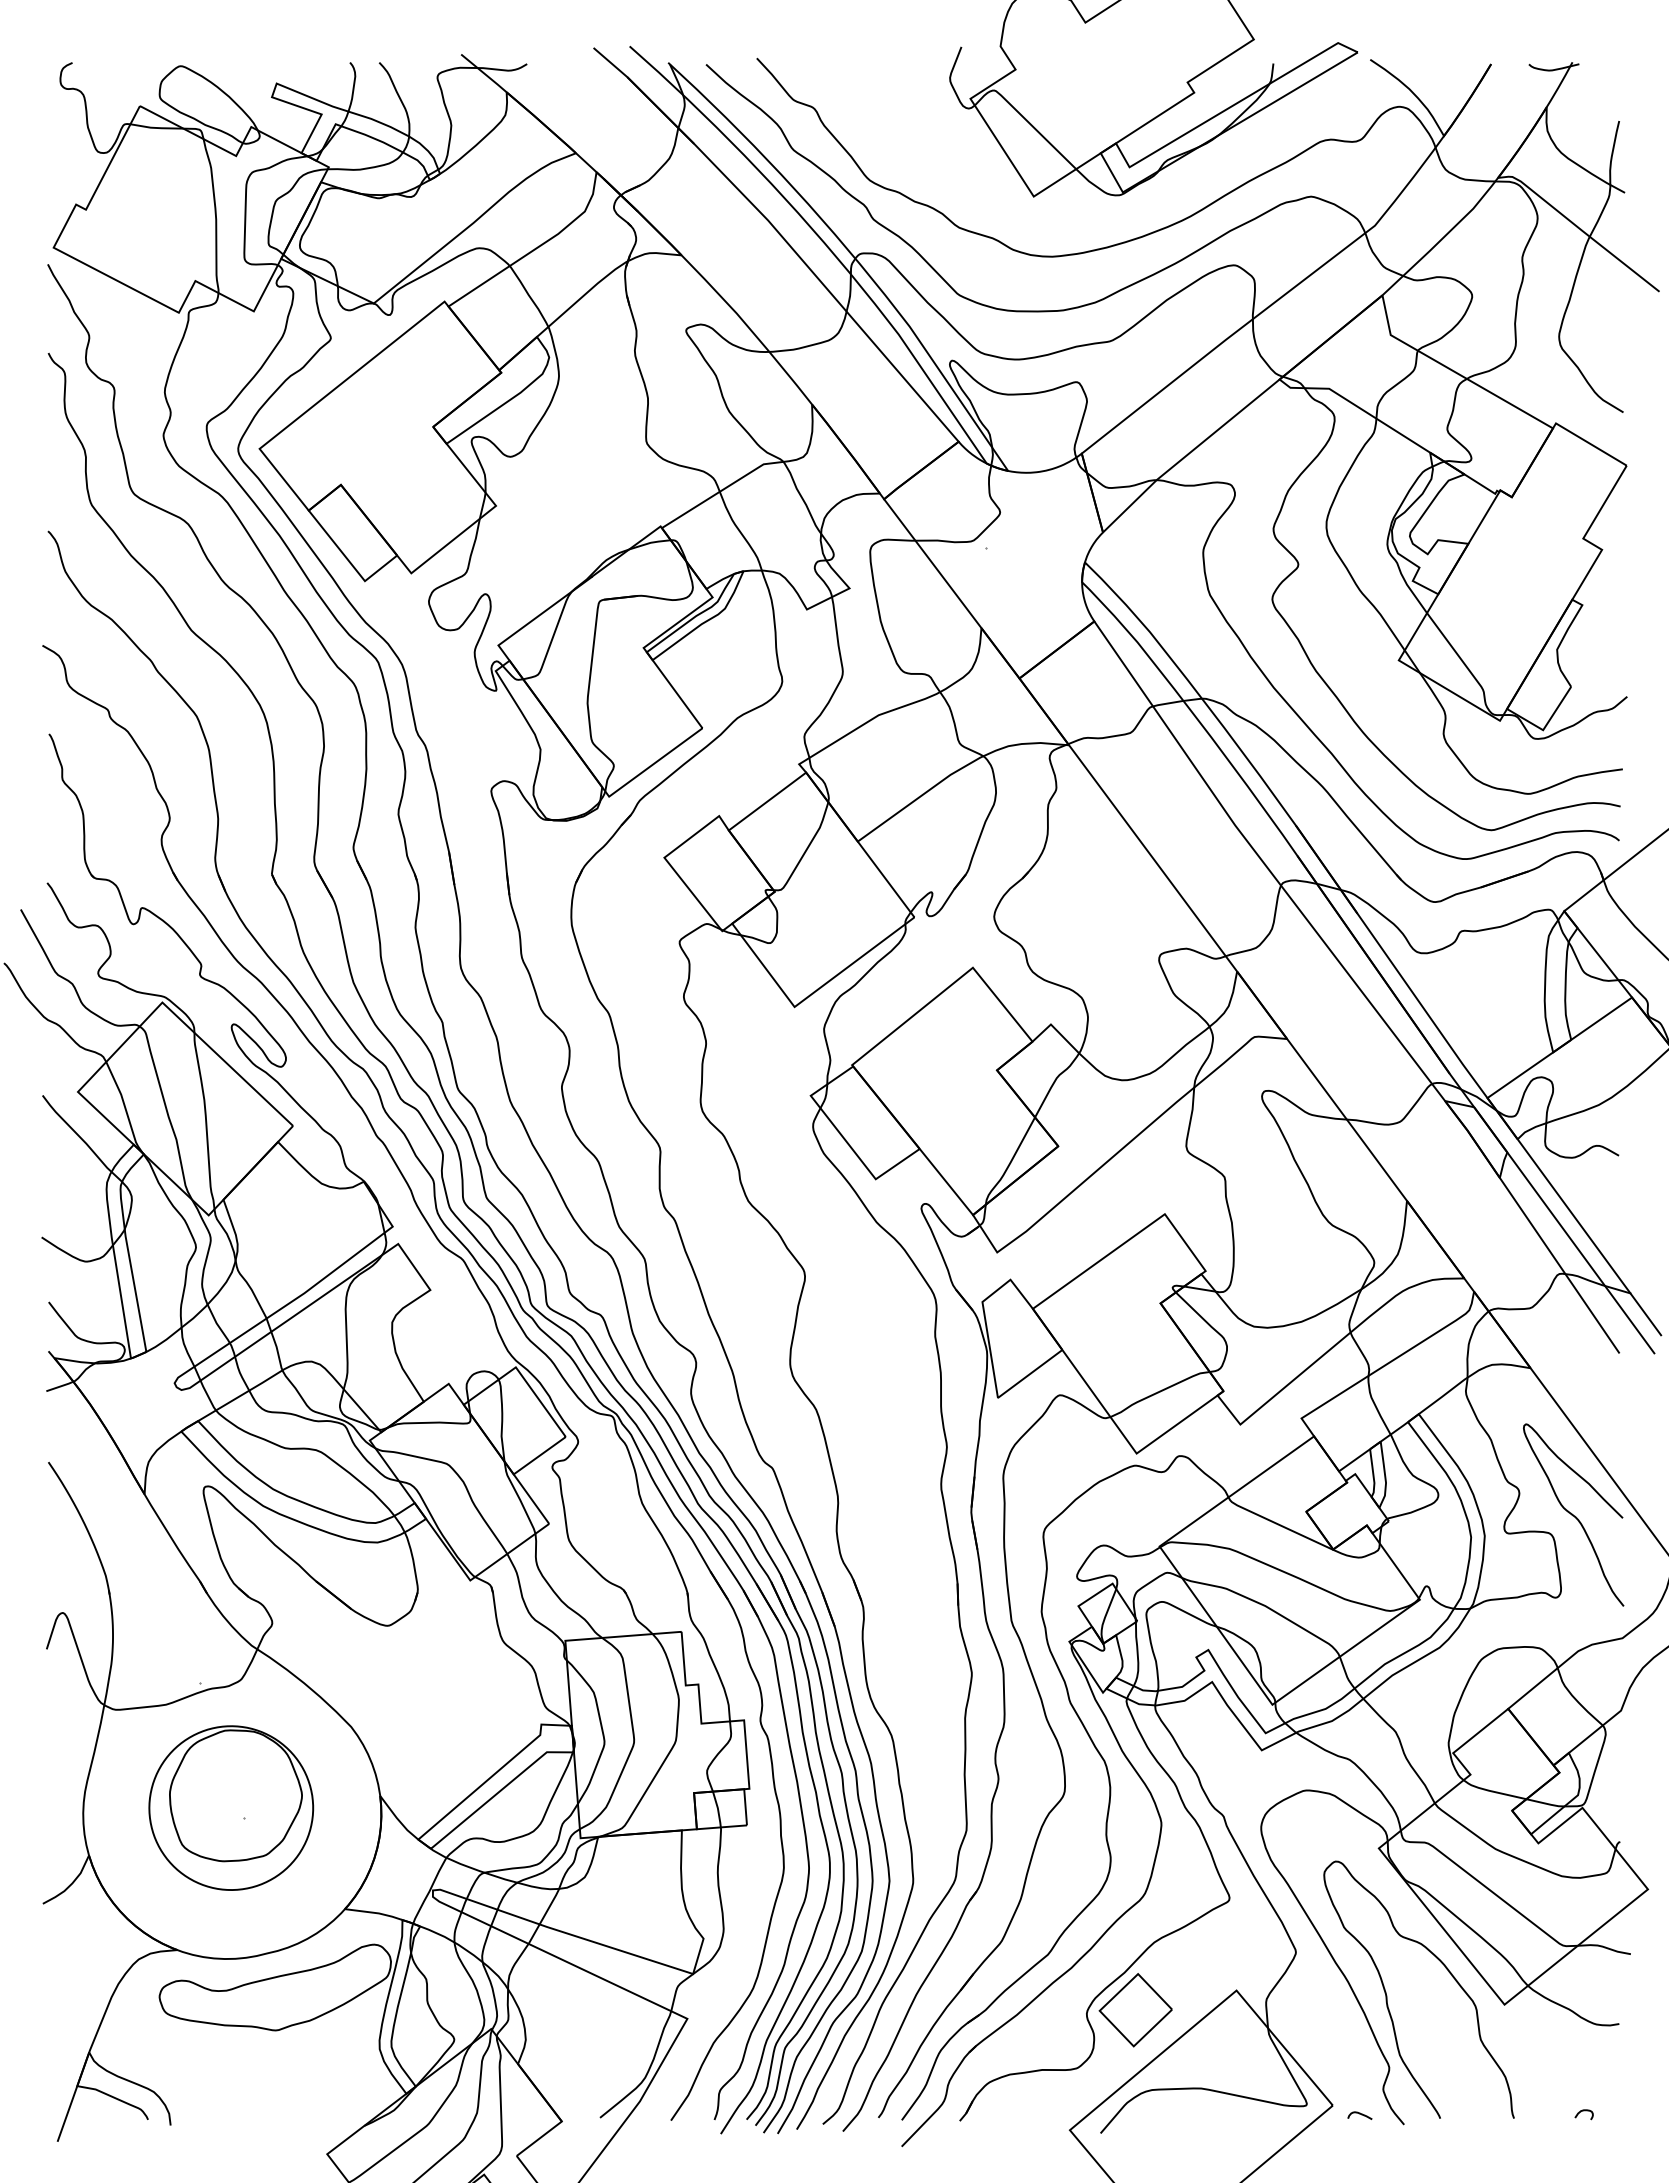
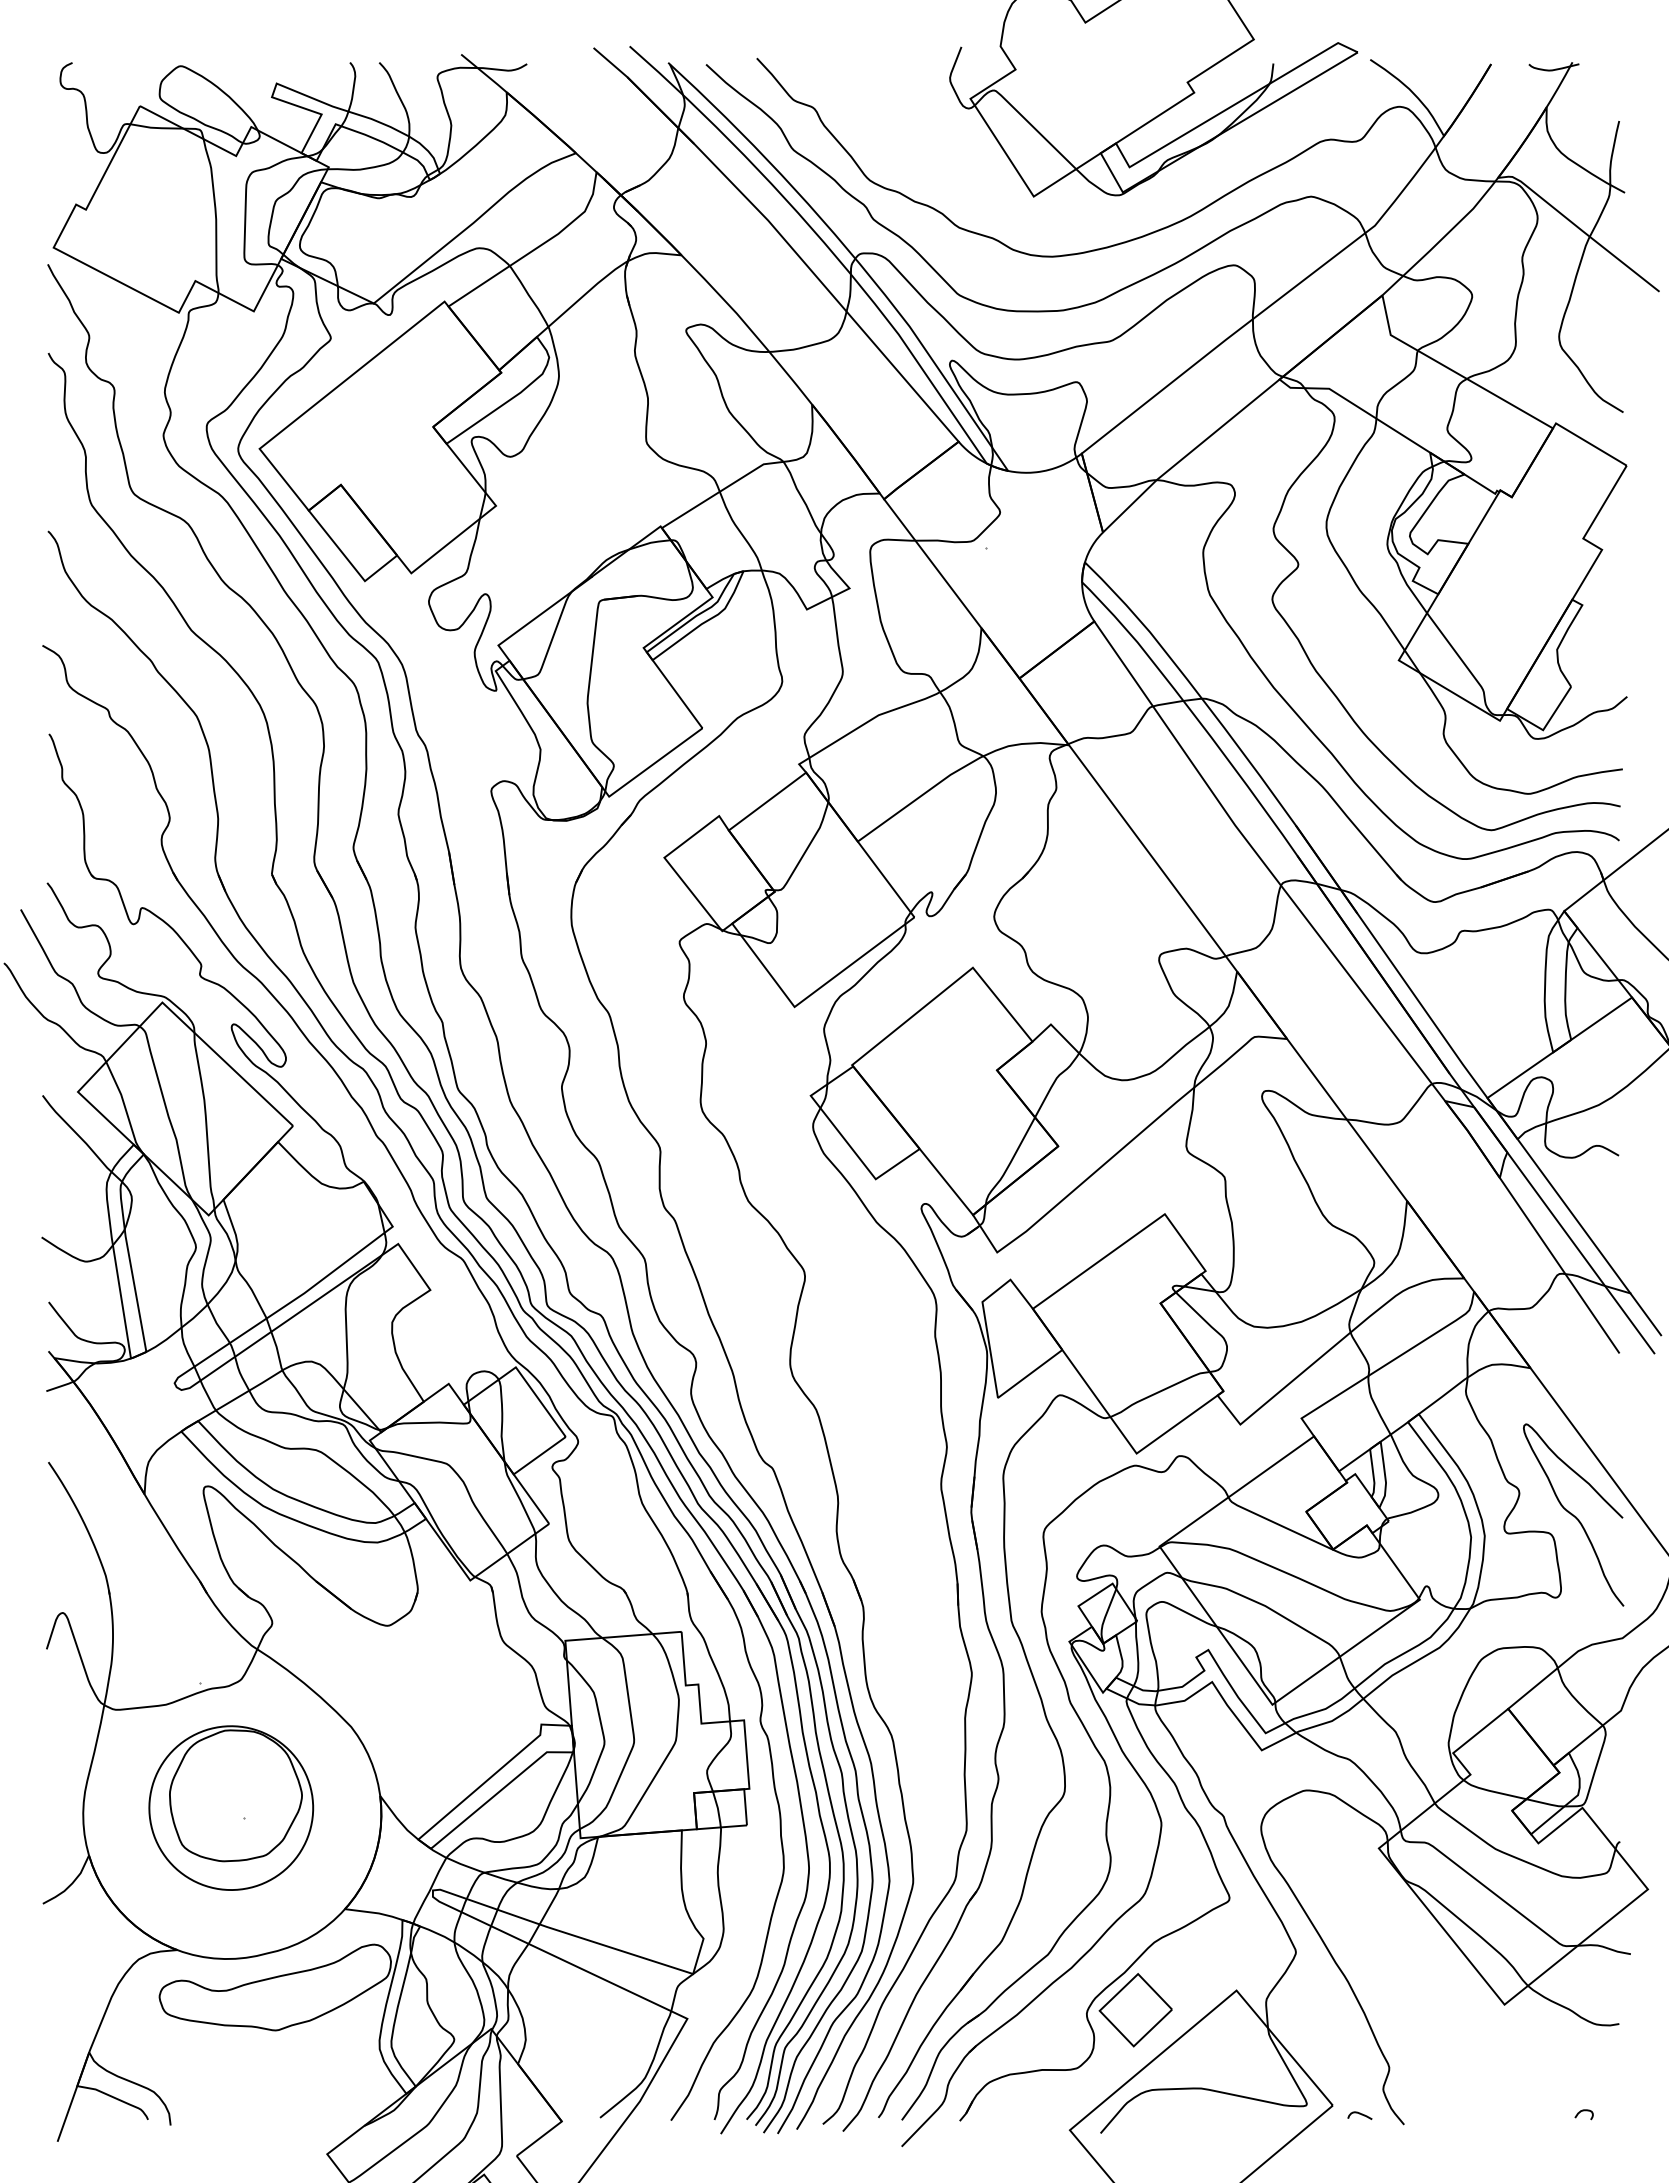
curve at (1387, 1995): present -> none
